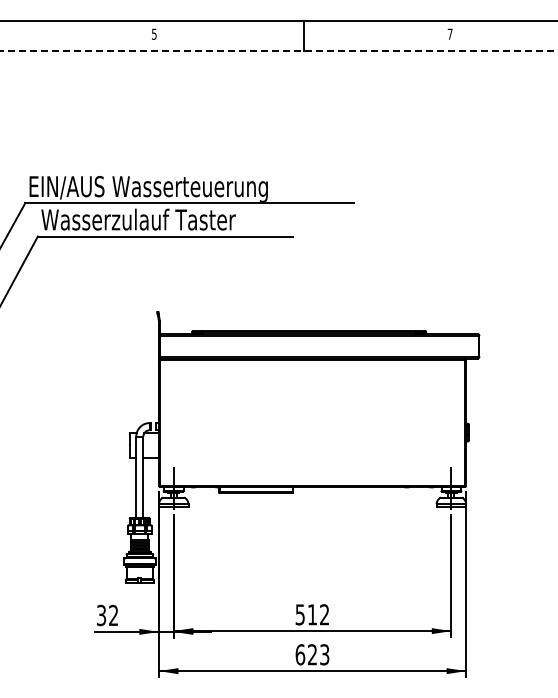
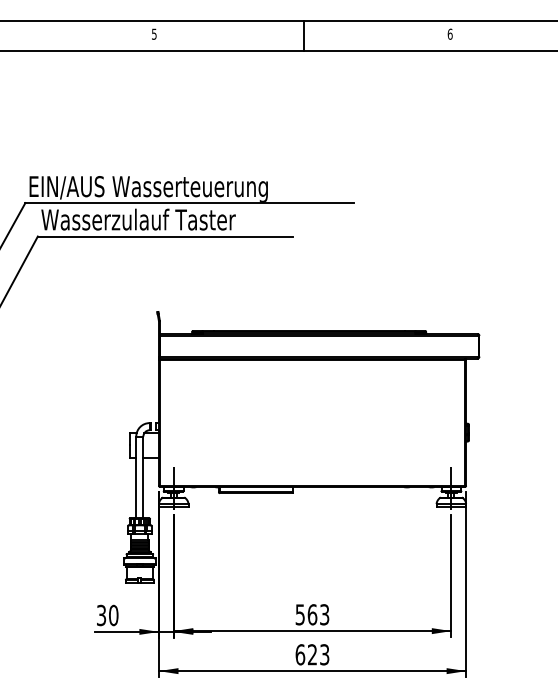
text at (449, 33): 7 -> 6
line at (278, 50): dashed -> solid
text at (318, 614): 512 -> 563
text at (113, 615): 32 -> 30
